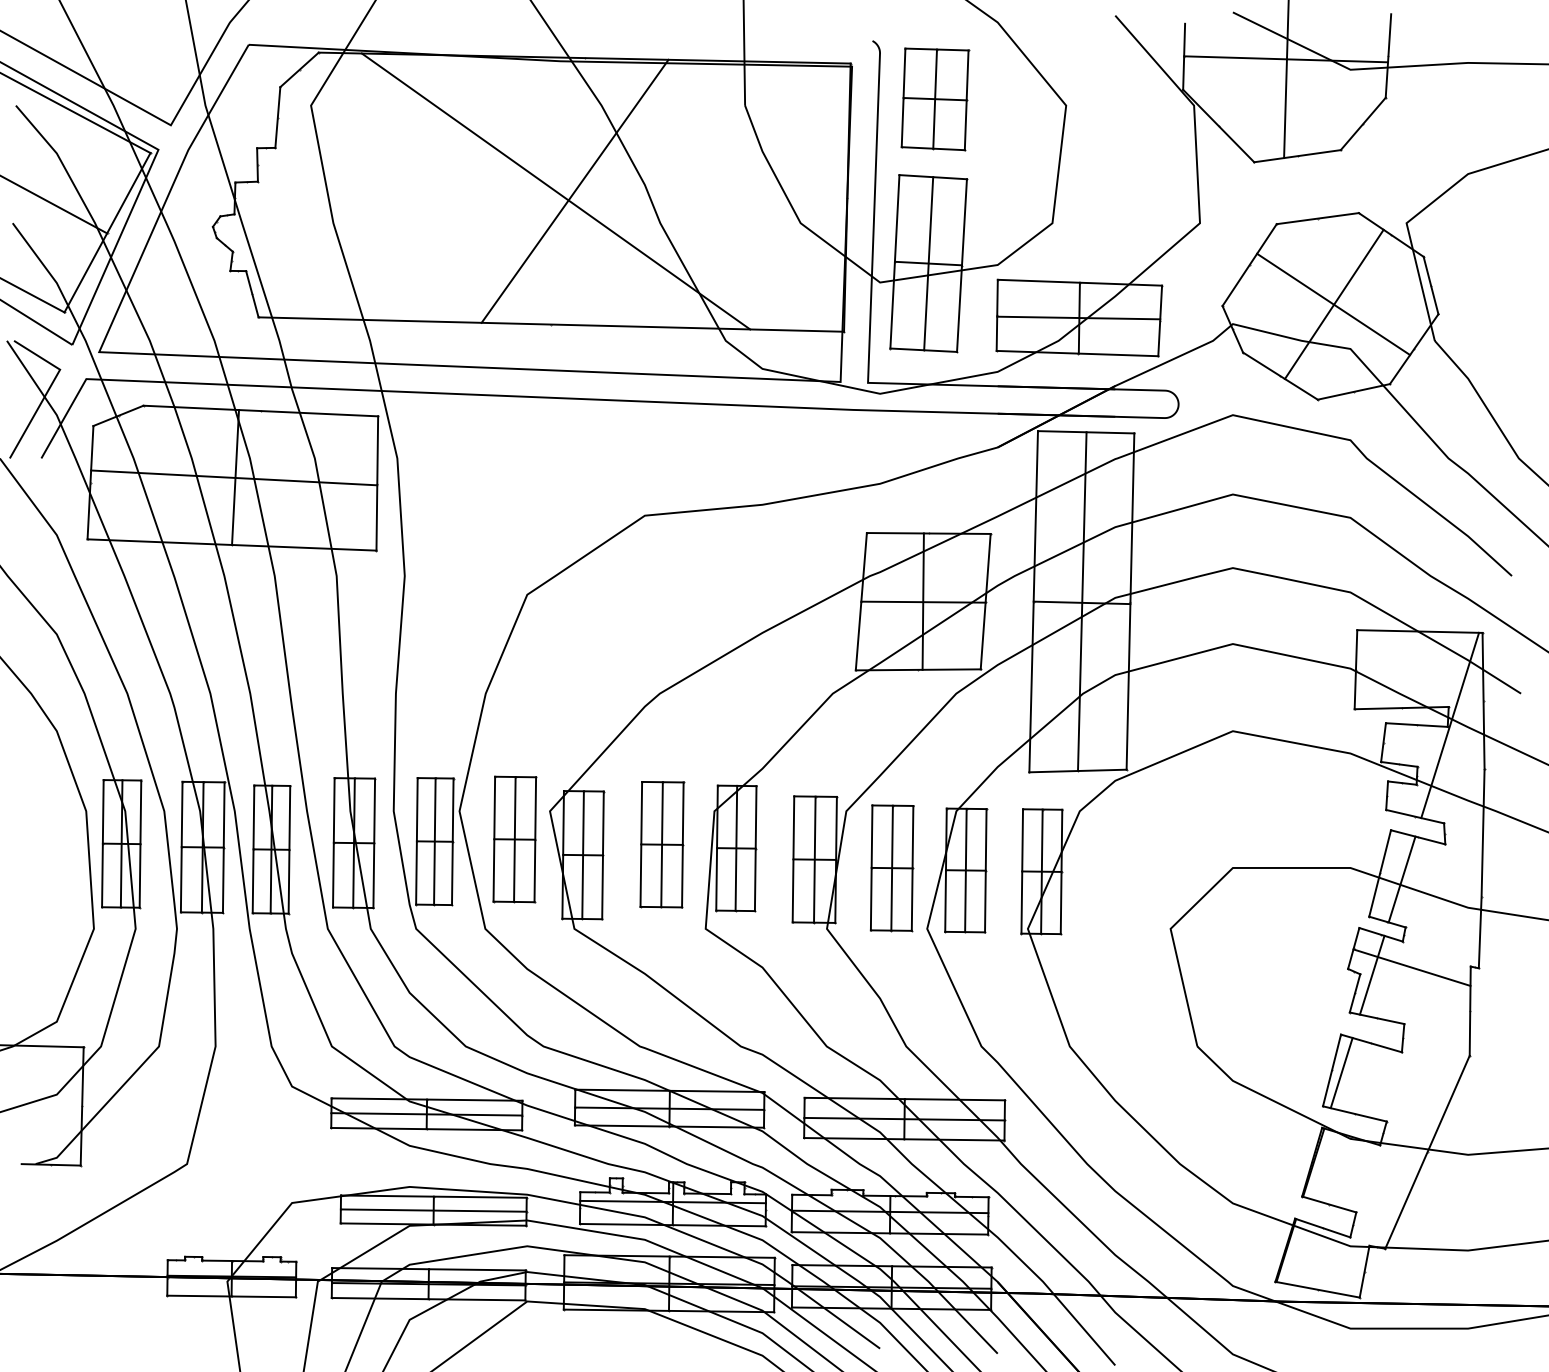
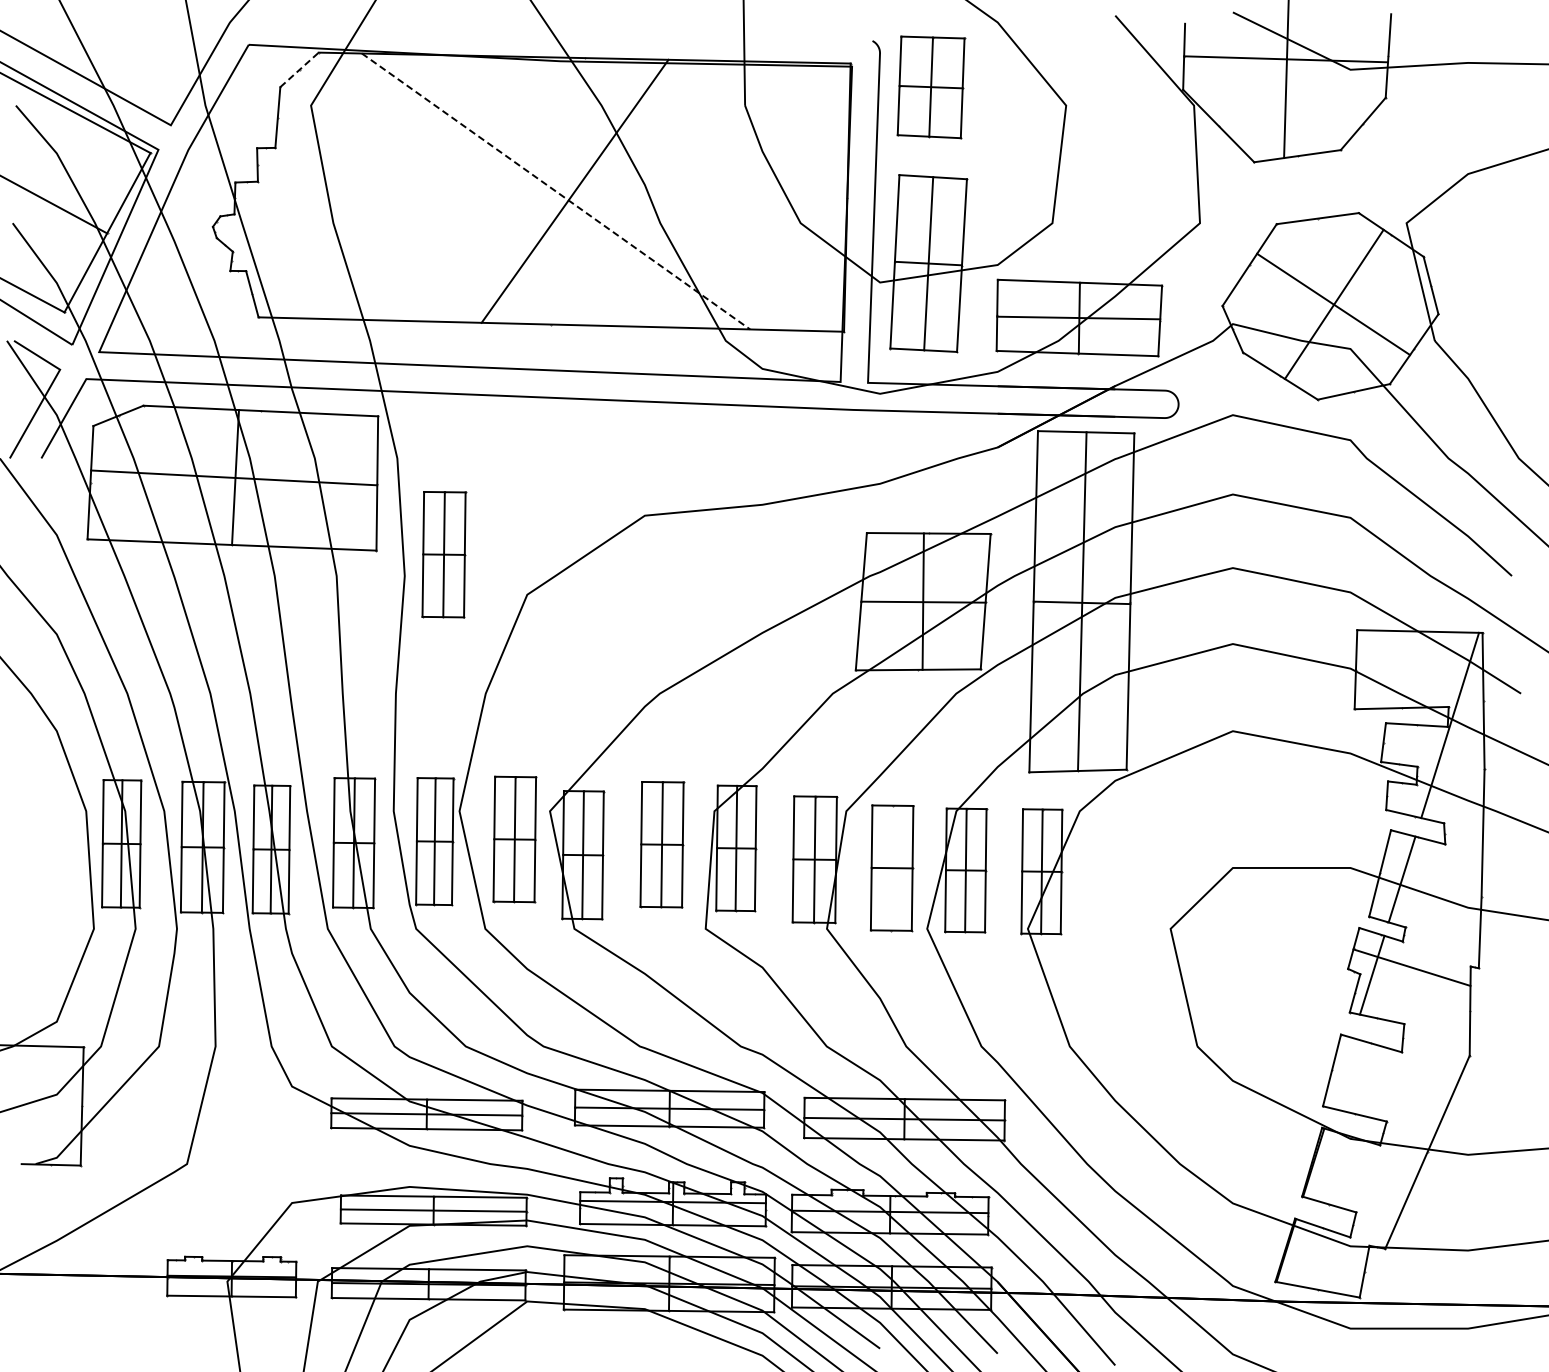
line at (299, 69): solid -> dashed
part at (935, 99) position: (935, 99) -> (931, 87)
line at (556, 191): solid -> dashed
part at (444, 554): none -> present
line at (891, 867): present -> none
line at (1341, 1072): present -> none
